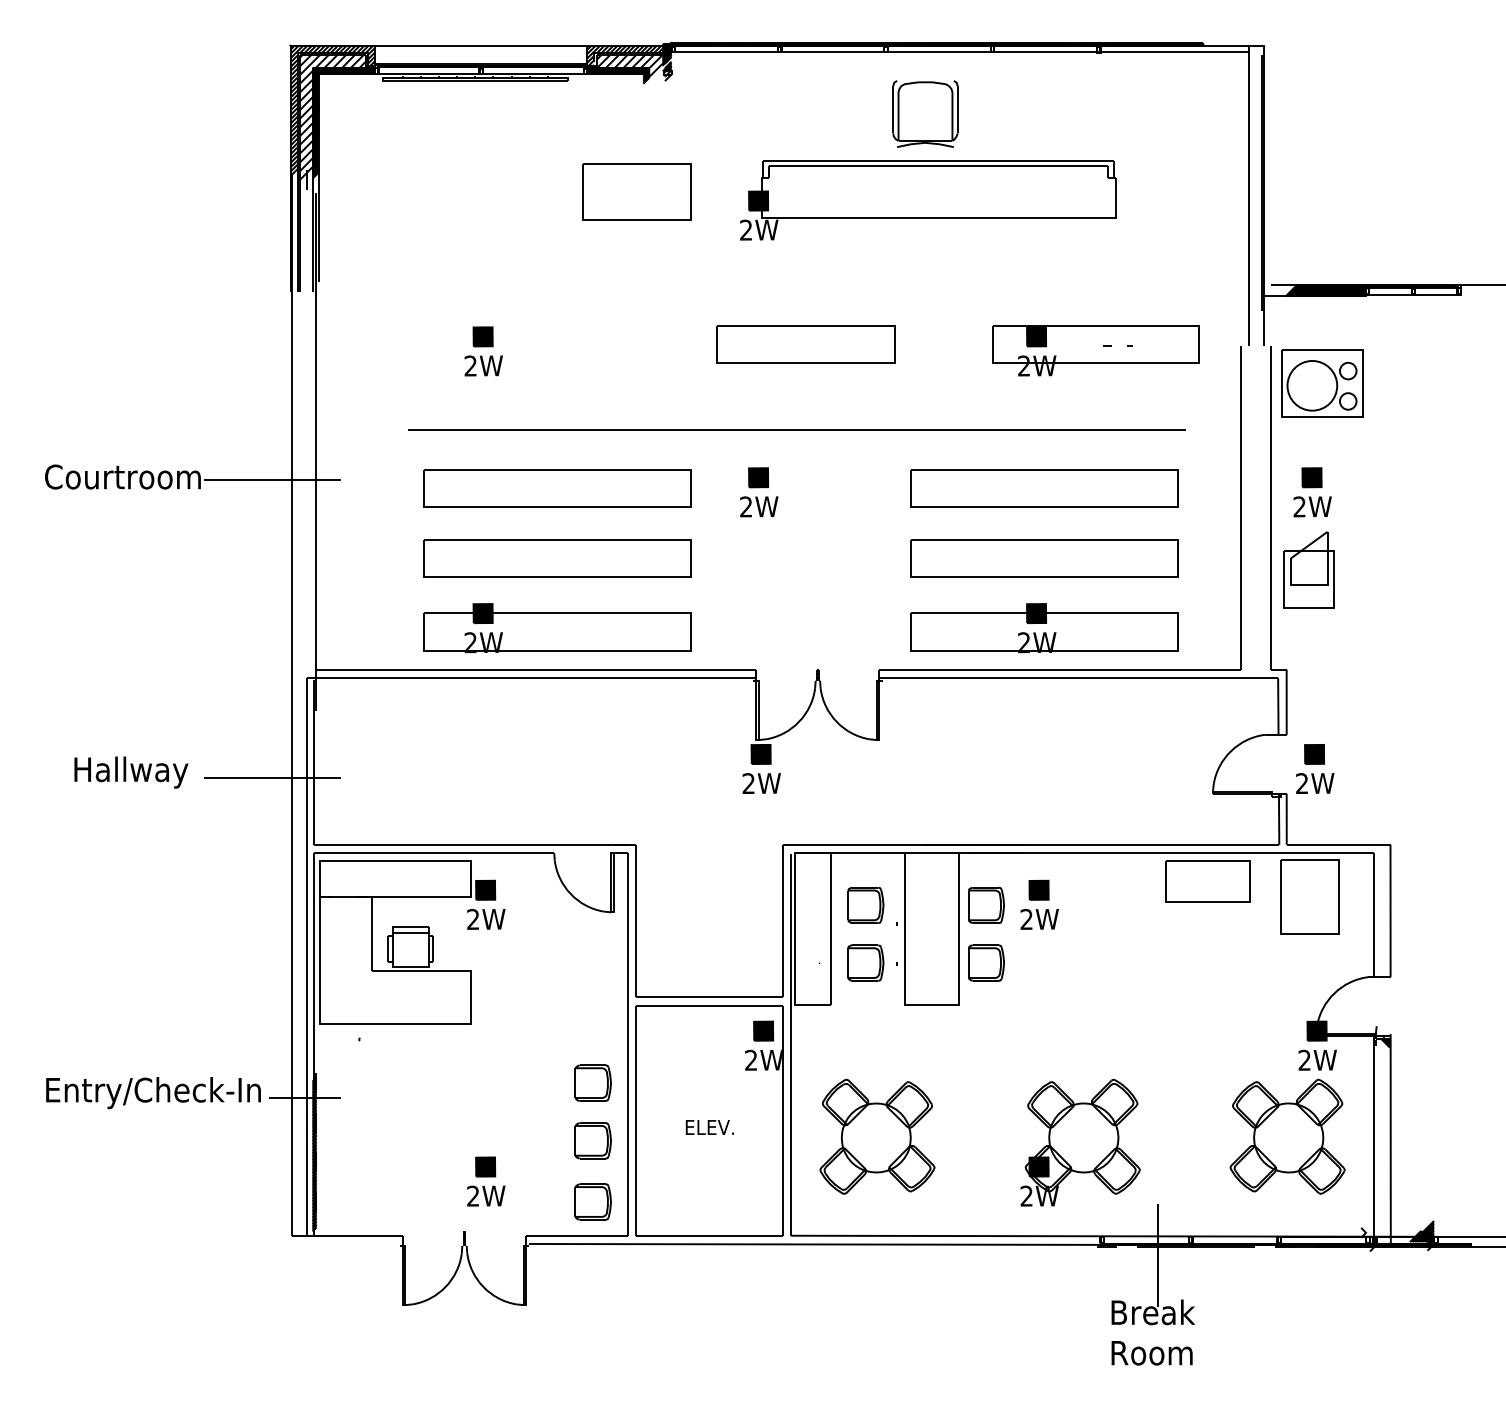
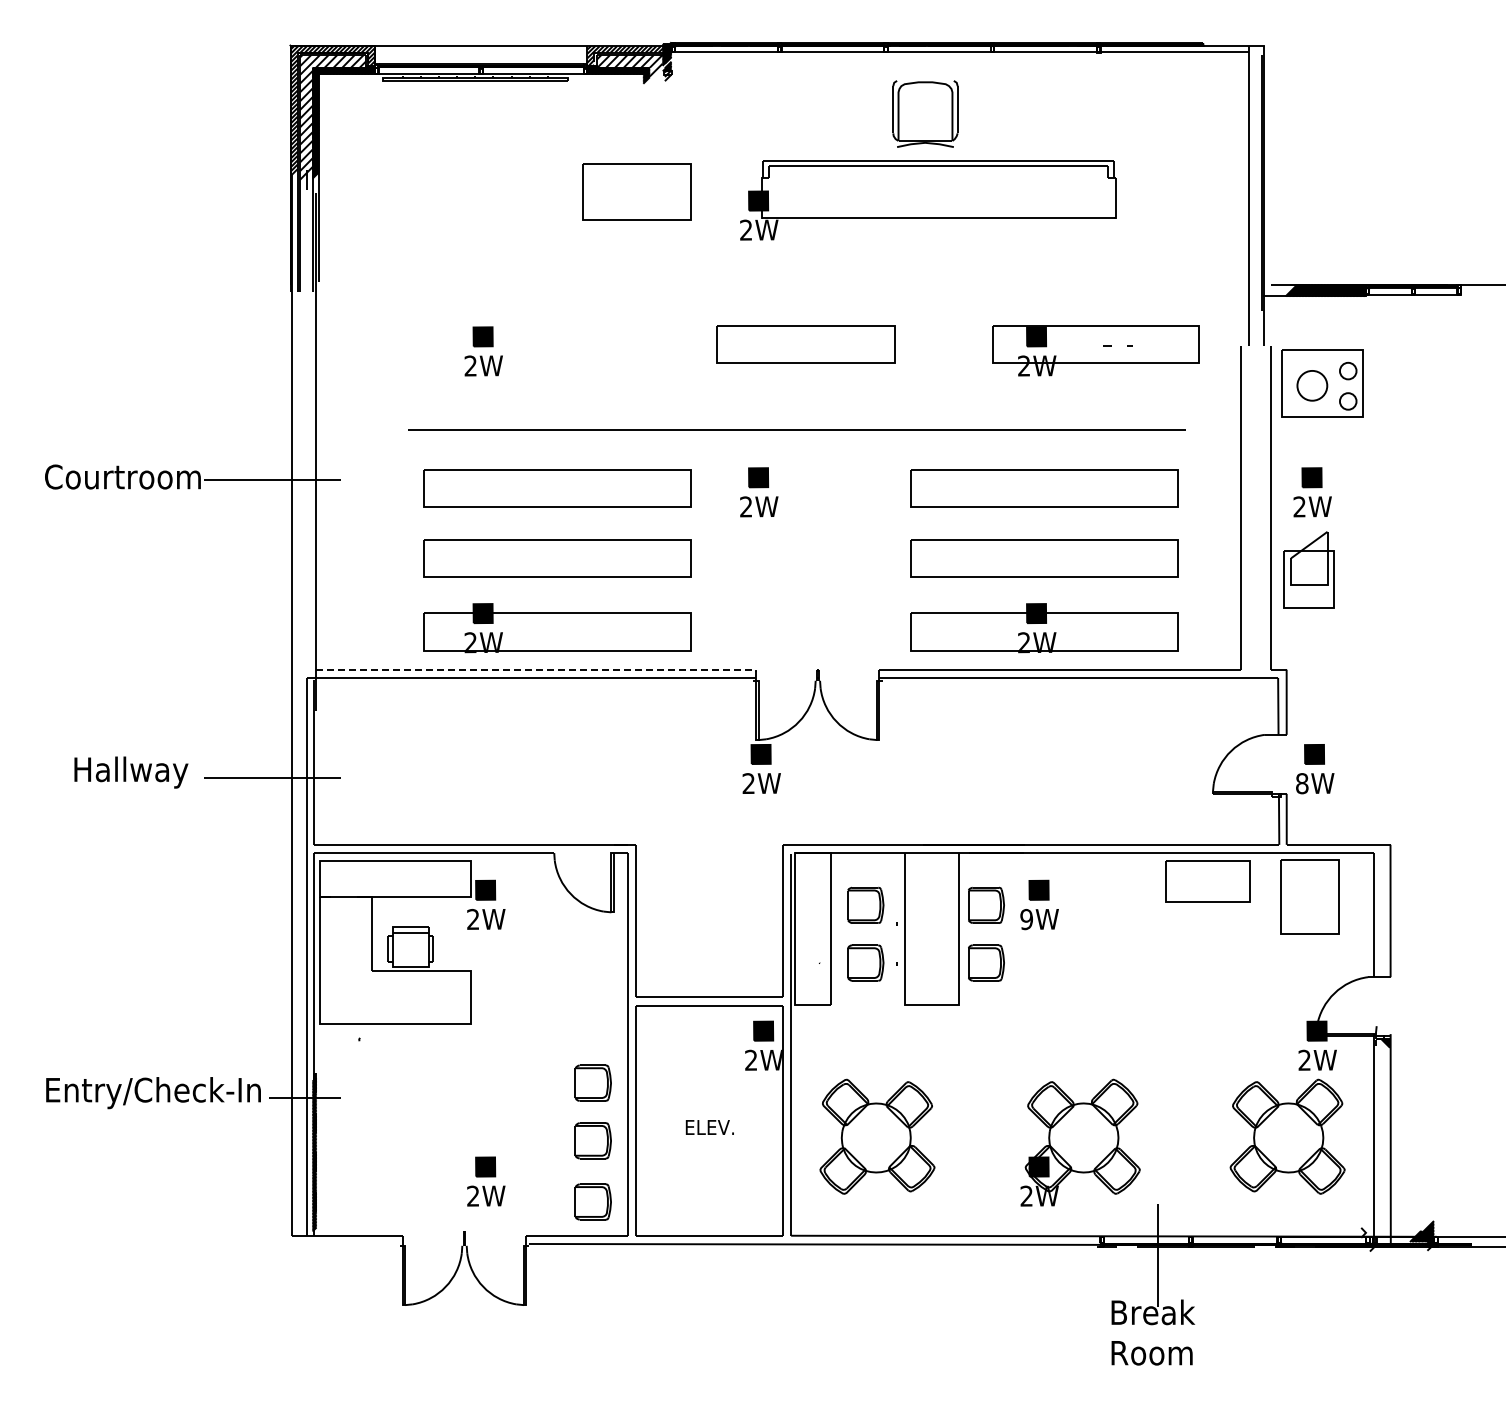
circle at (1312, 385) diameter: 50 px -> 30 px
line at (536, 669): solid -> dashed
text at (1302, 783): 2W -> 8W
text at (1026, 919): 2W -> 9W
